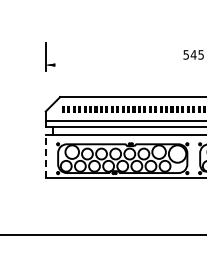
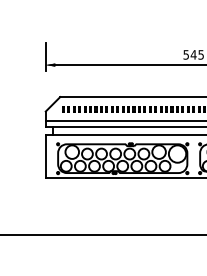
line at (129, 65): none -> present
line at (45, 156): dashed -> solid
